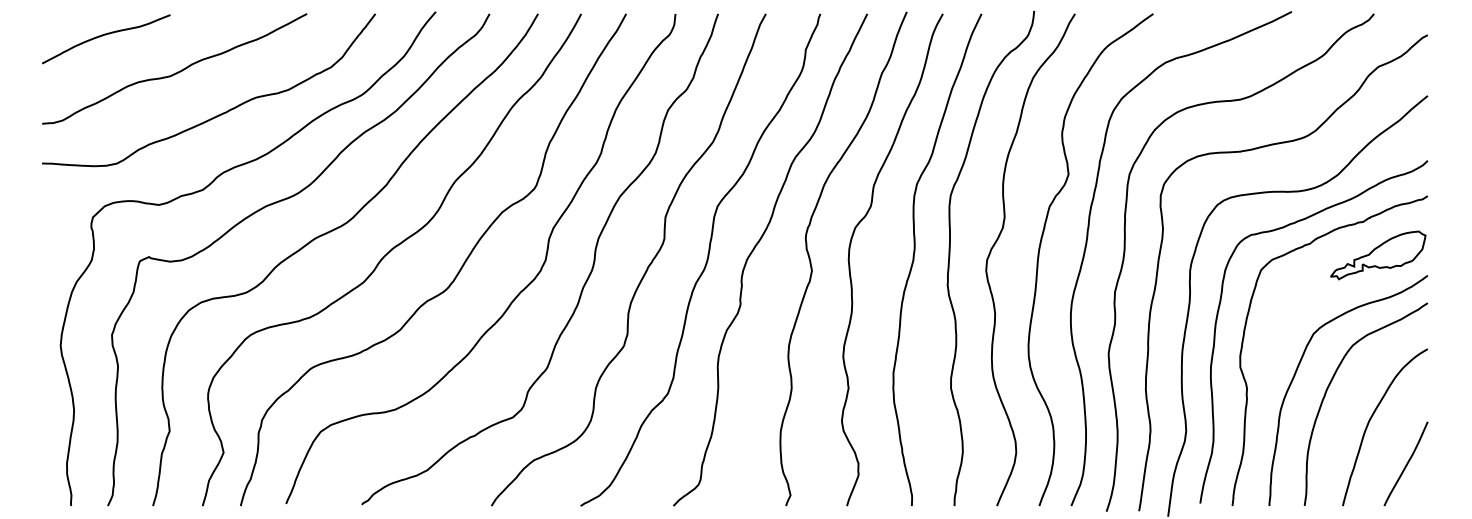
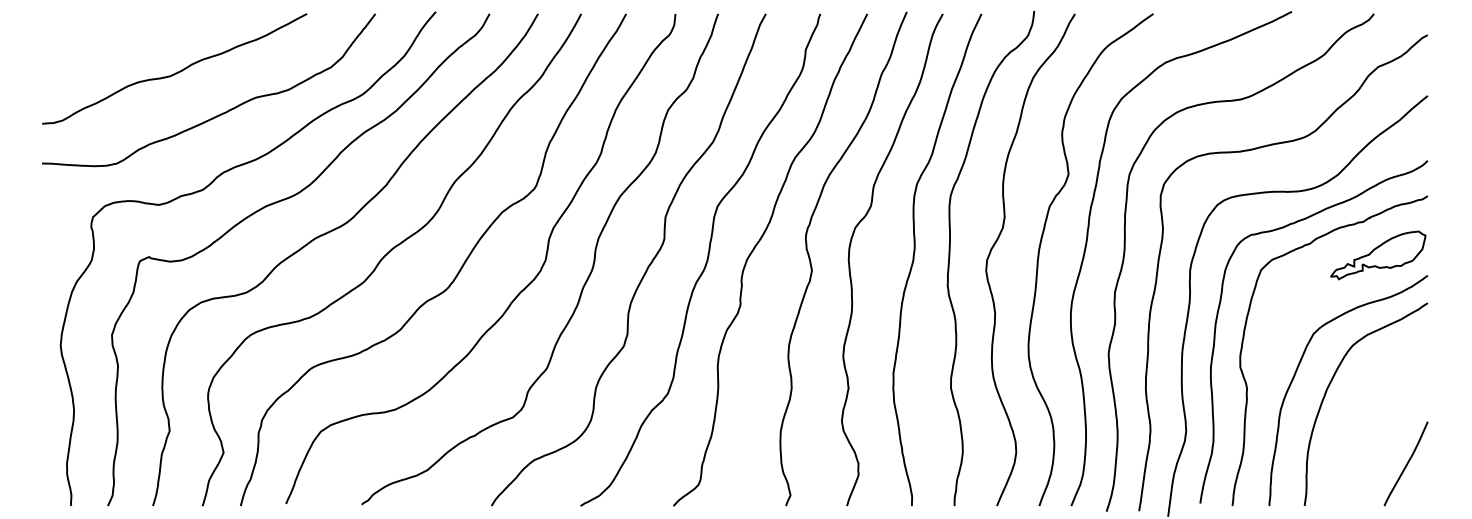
curve at (106, 35): present -> none
curve at (1371, 419): present -> none
